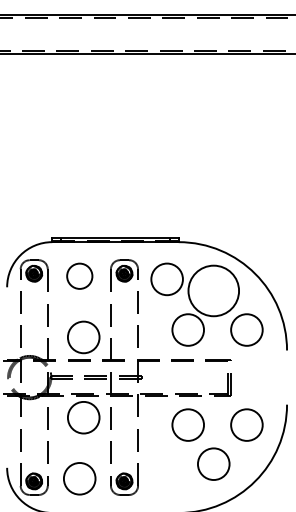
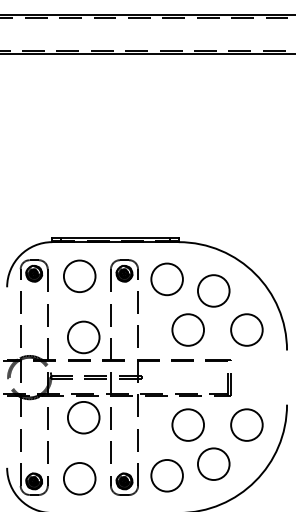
circle at (79, 275) size: 28x28 px -> 34x34 px
circle at (213, 290) diameter: 51 px -> 32 px
circle at (166, 475): none -> present
